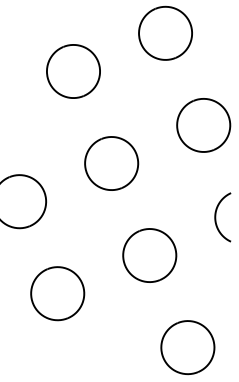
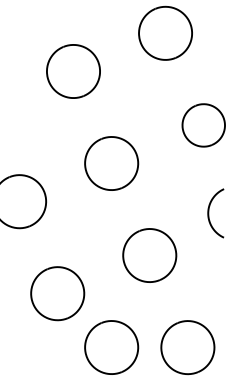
part at (203, 125) size: 56x55 px -> 45x45 px
curve at (216, 217) position: (216, 217) -> (209, 213)
part at (111, 347): none -> present
